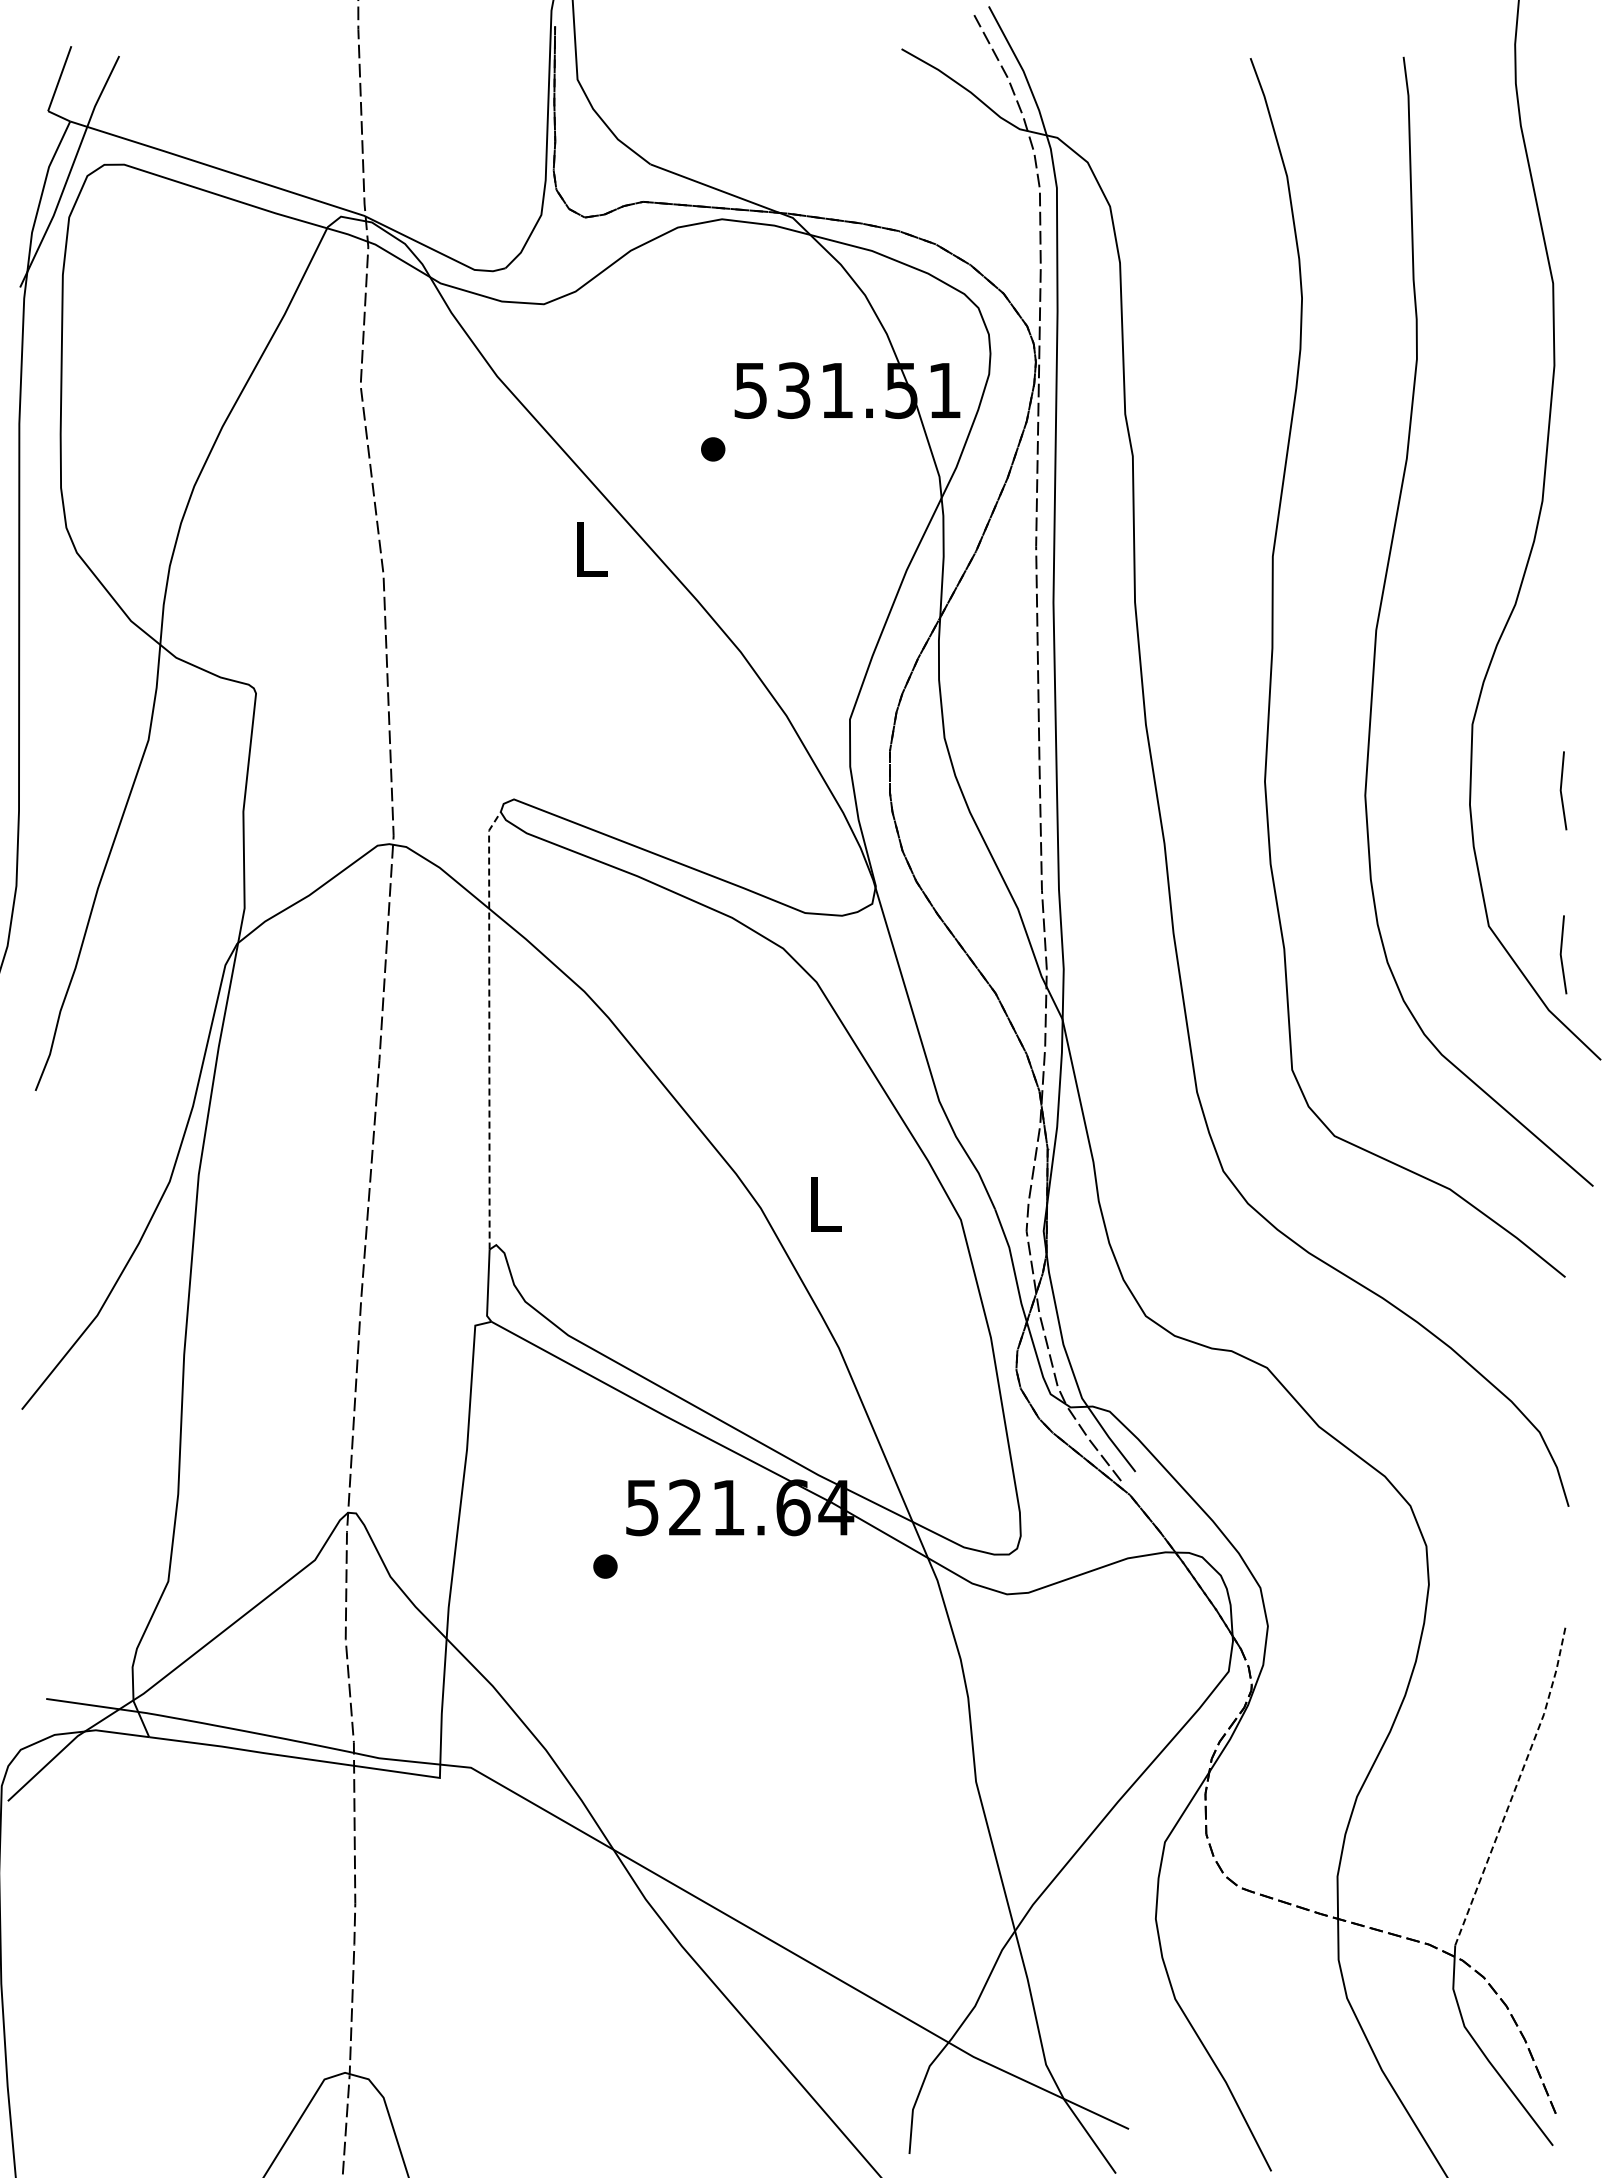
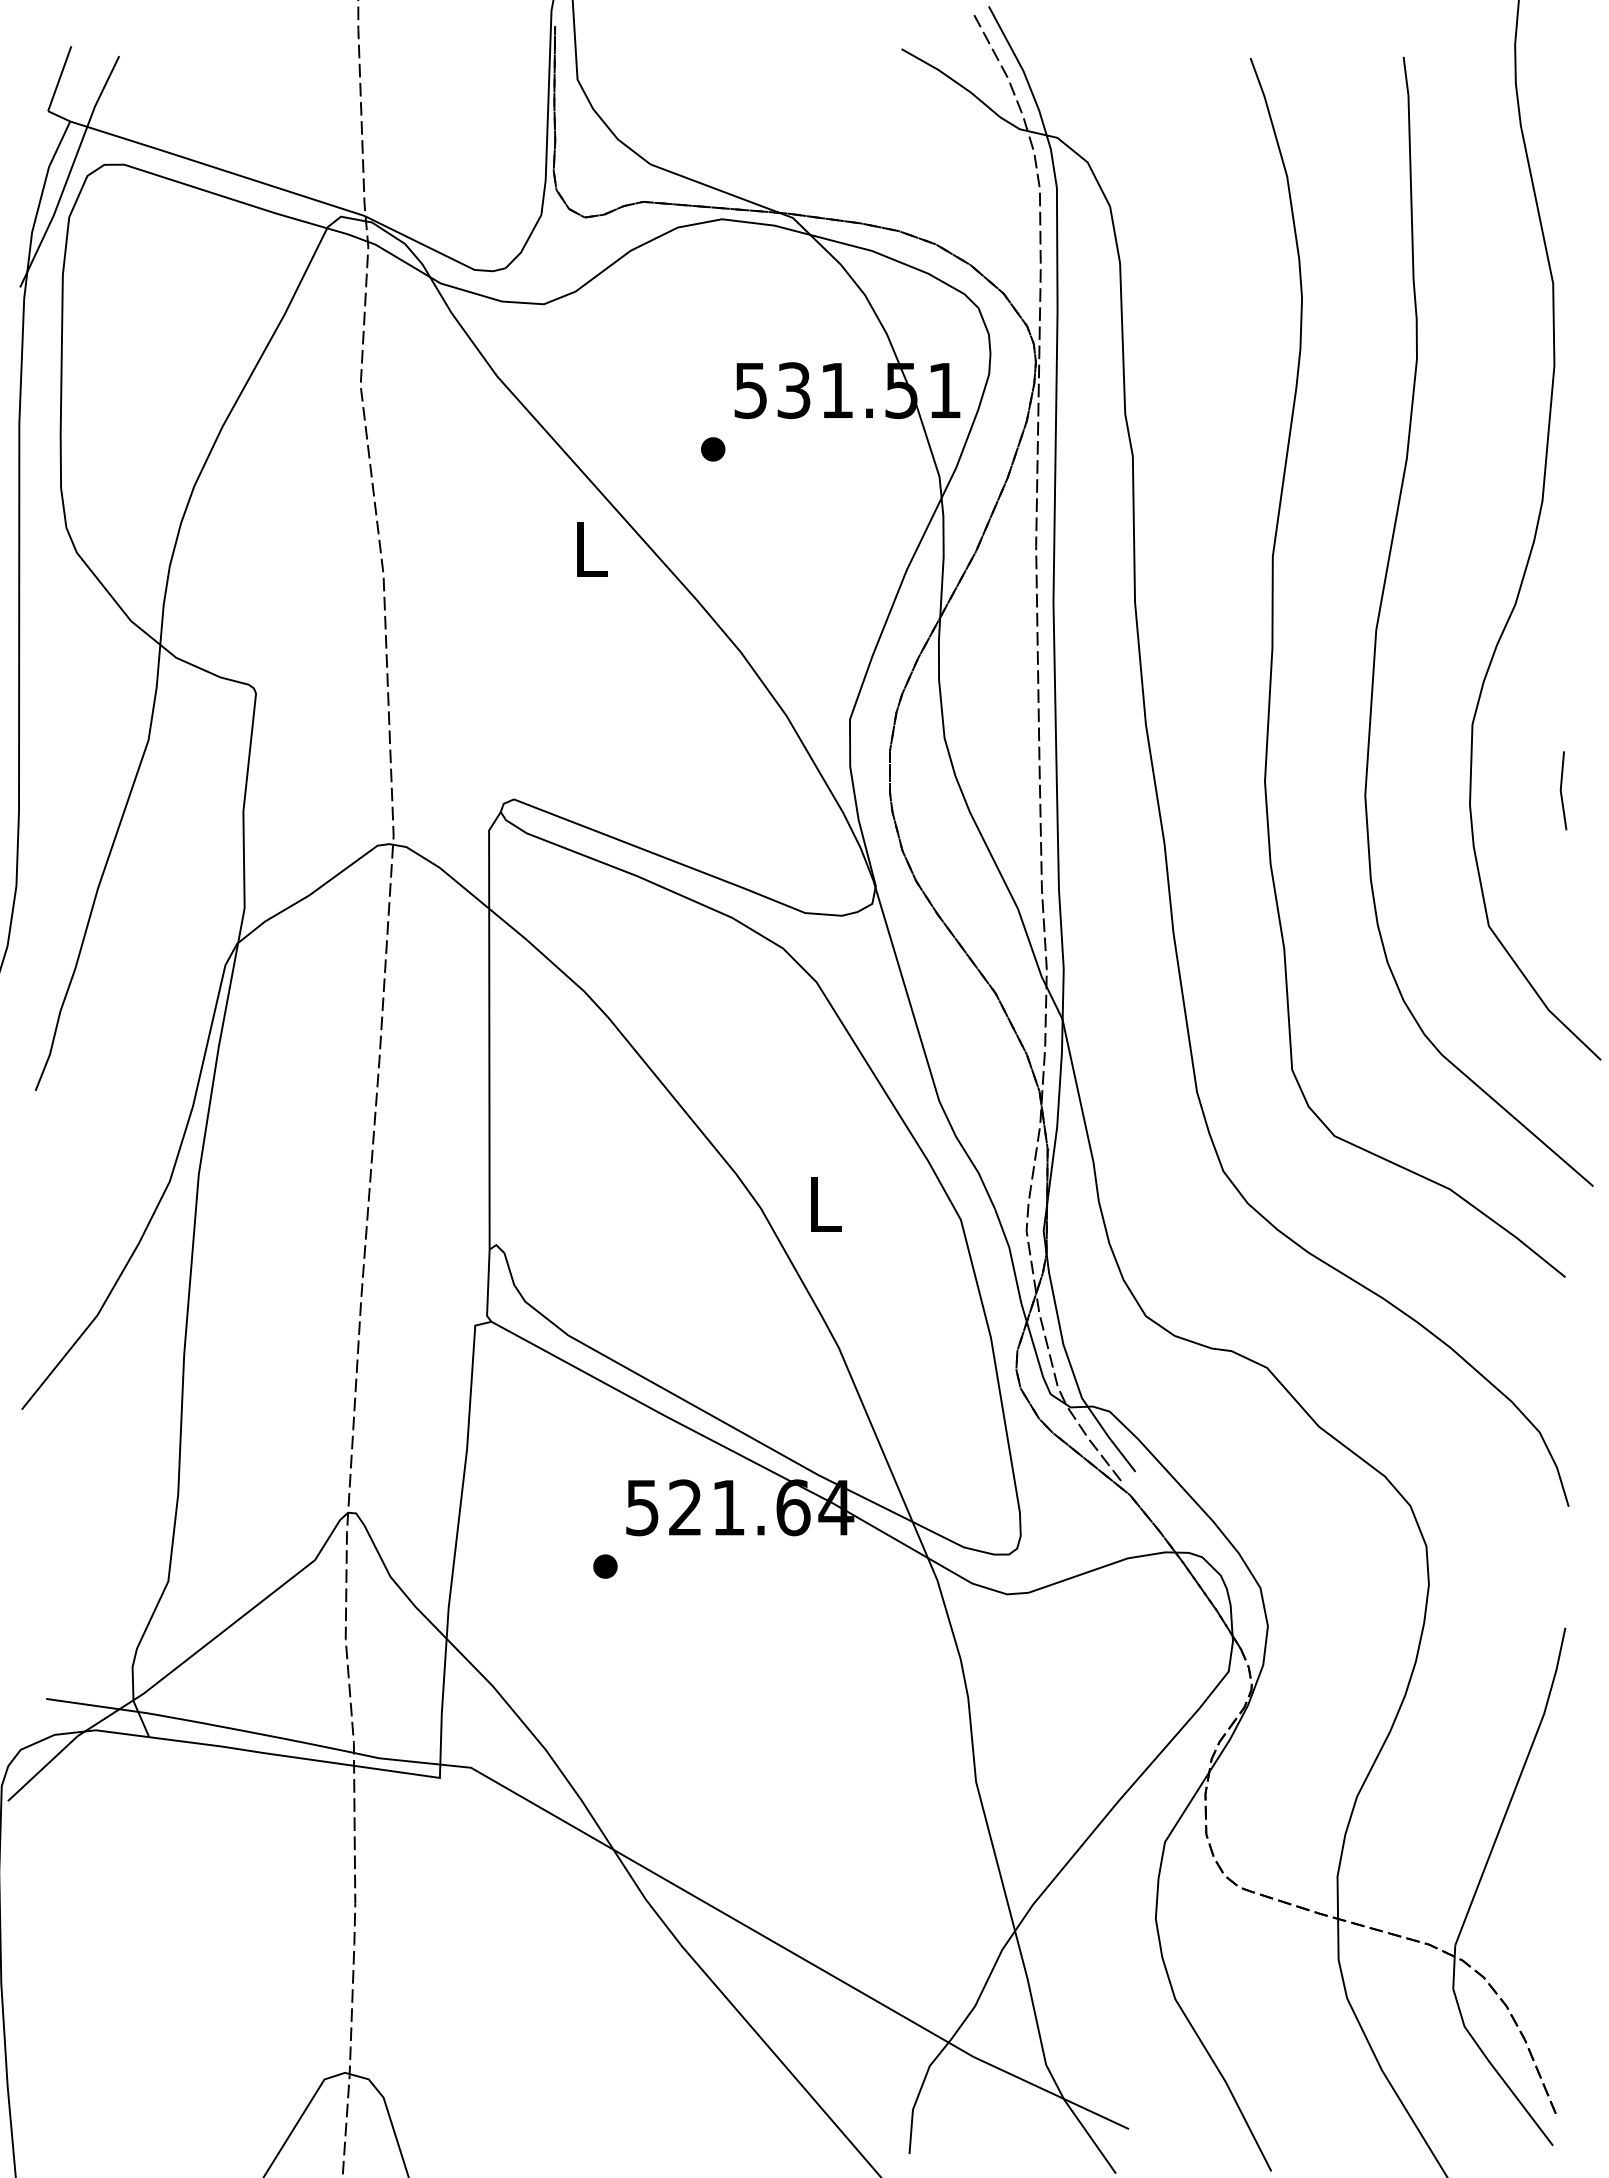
line at (1561, 954): present -> none
line at (489, 1028): dashed -> solid
line at (1516, 1786): dashed -> solid
